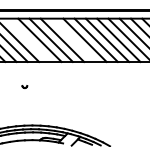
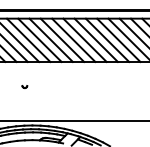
line at (28, 39): none -> present
line at (73, 39): none -> present
line at (74, 120): none -> present
